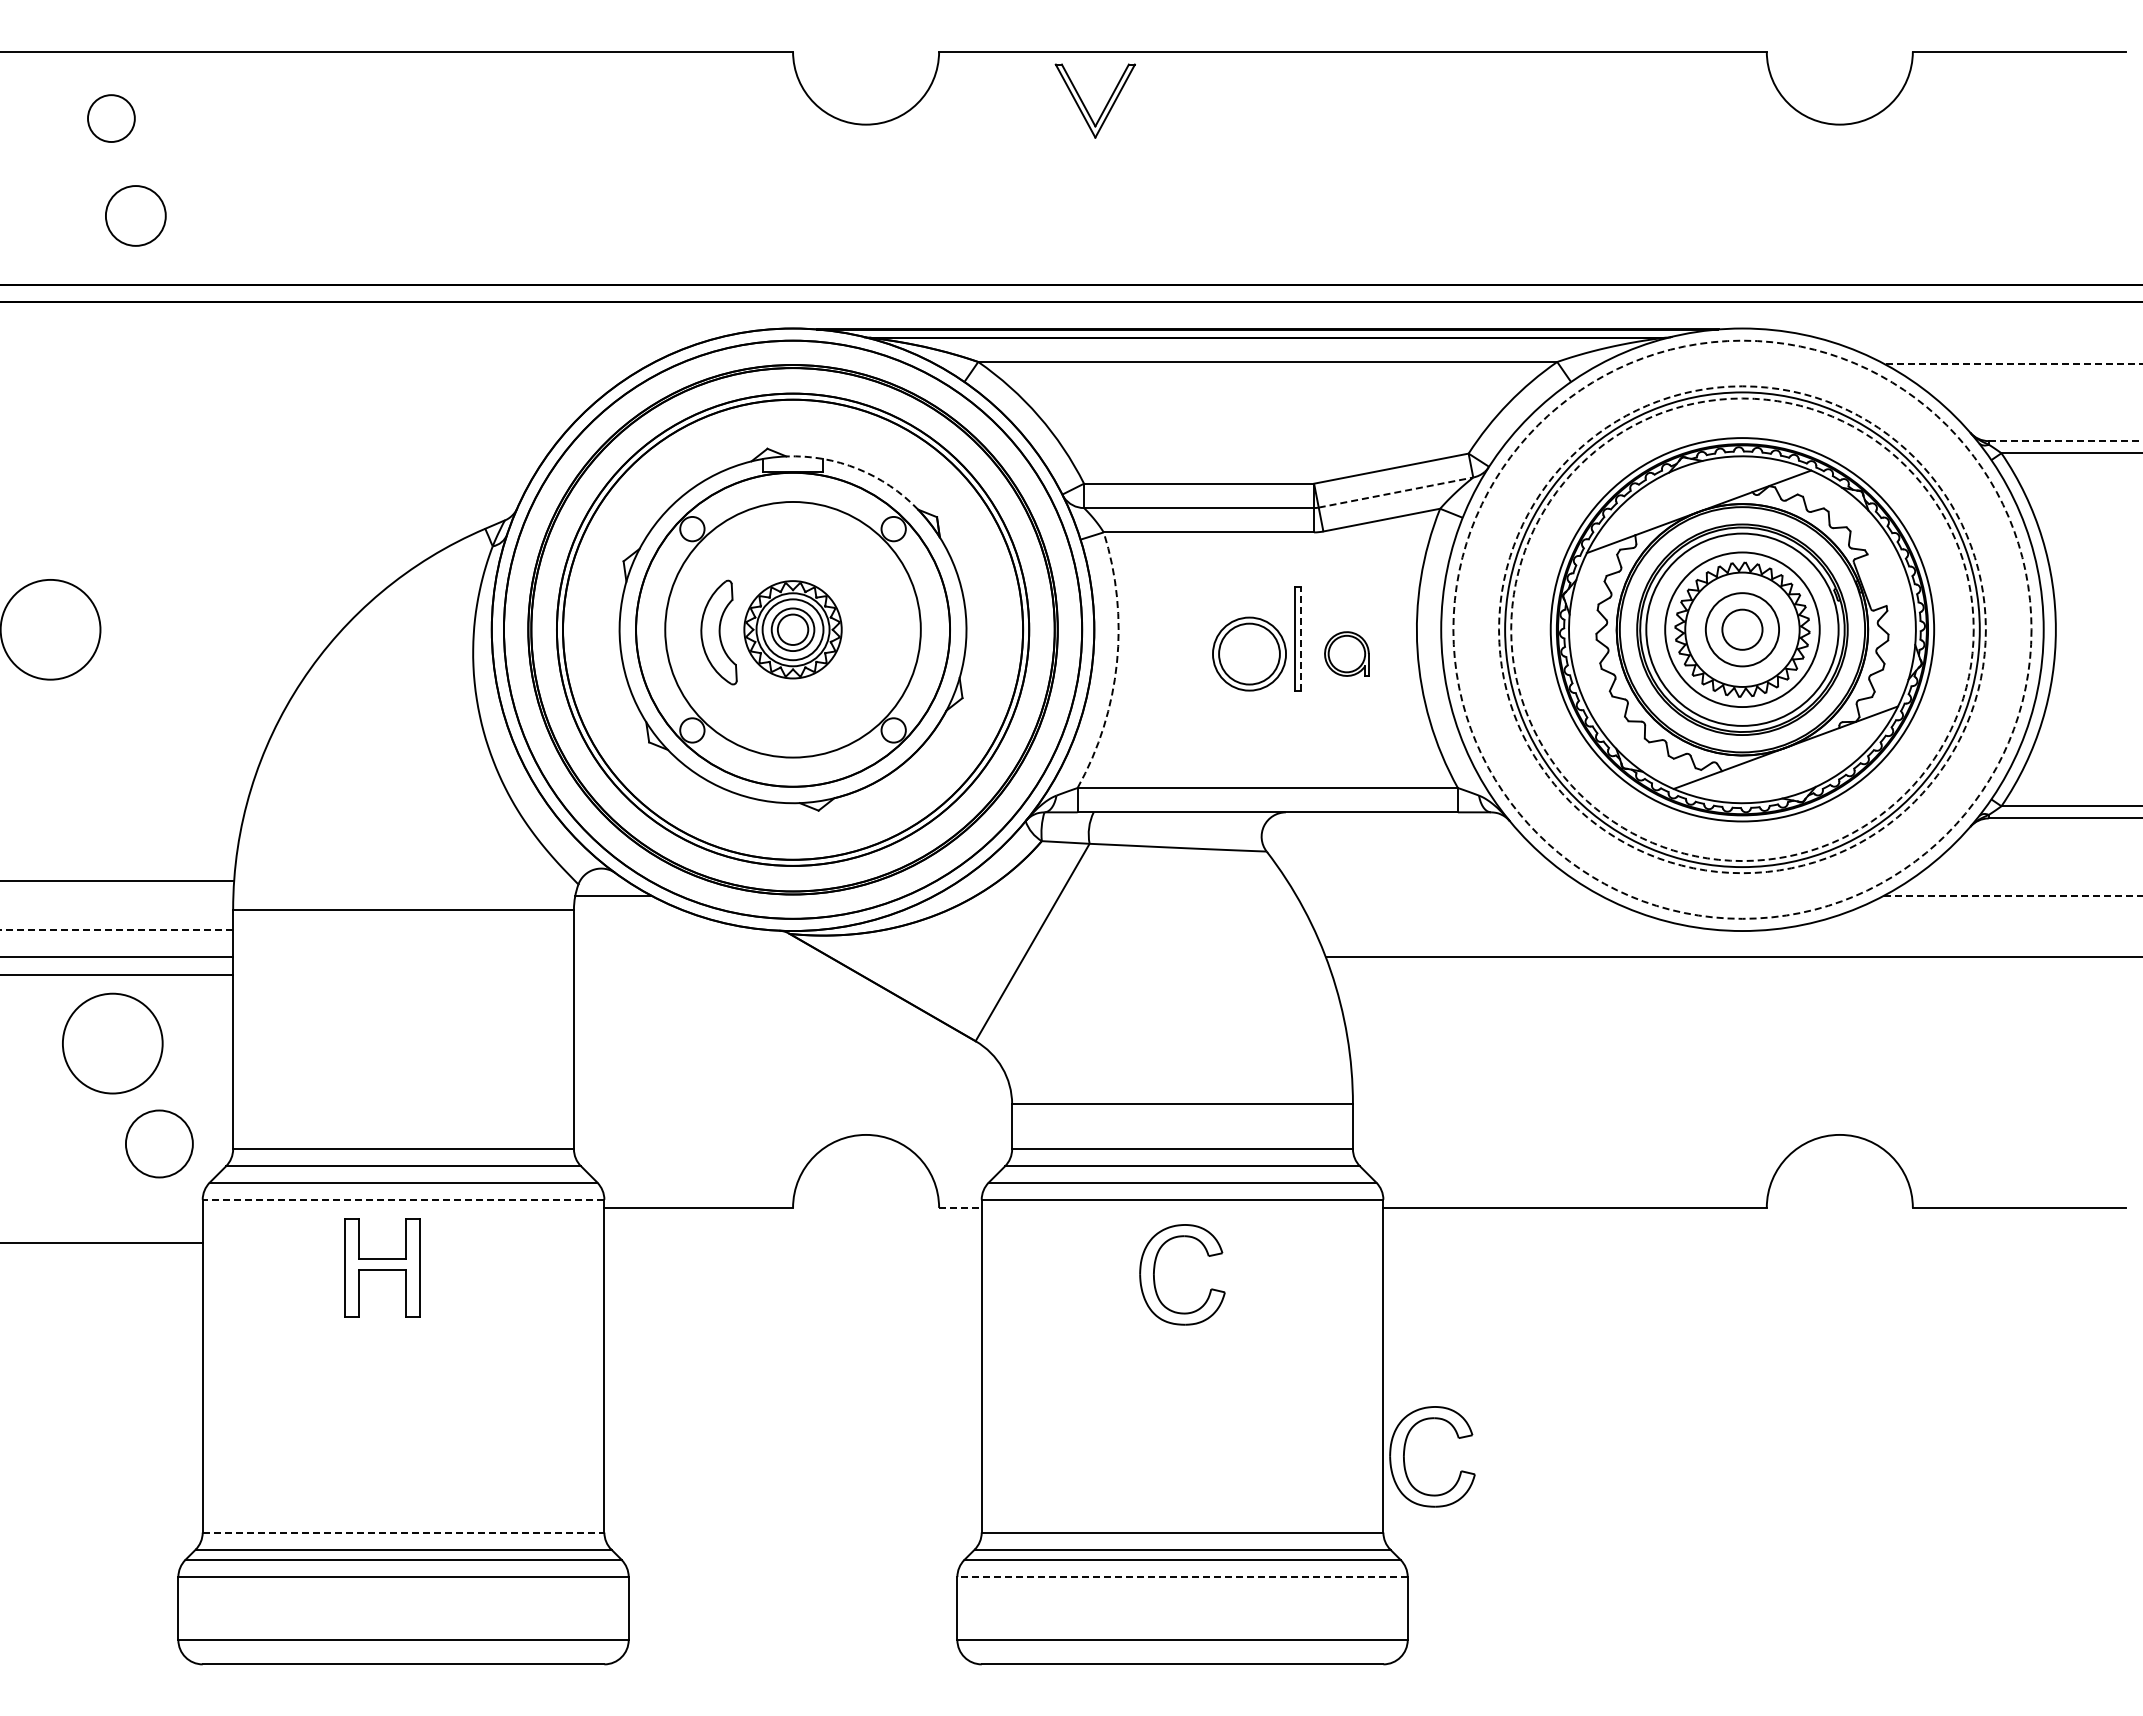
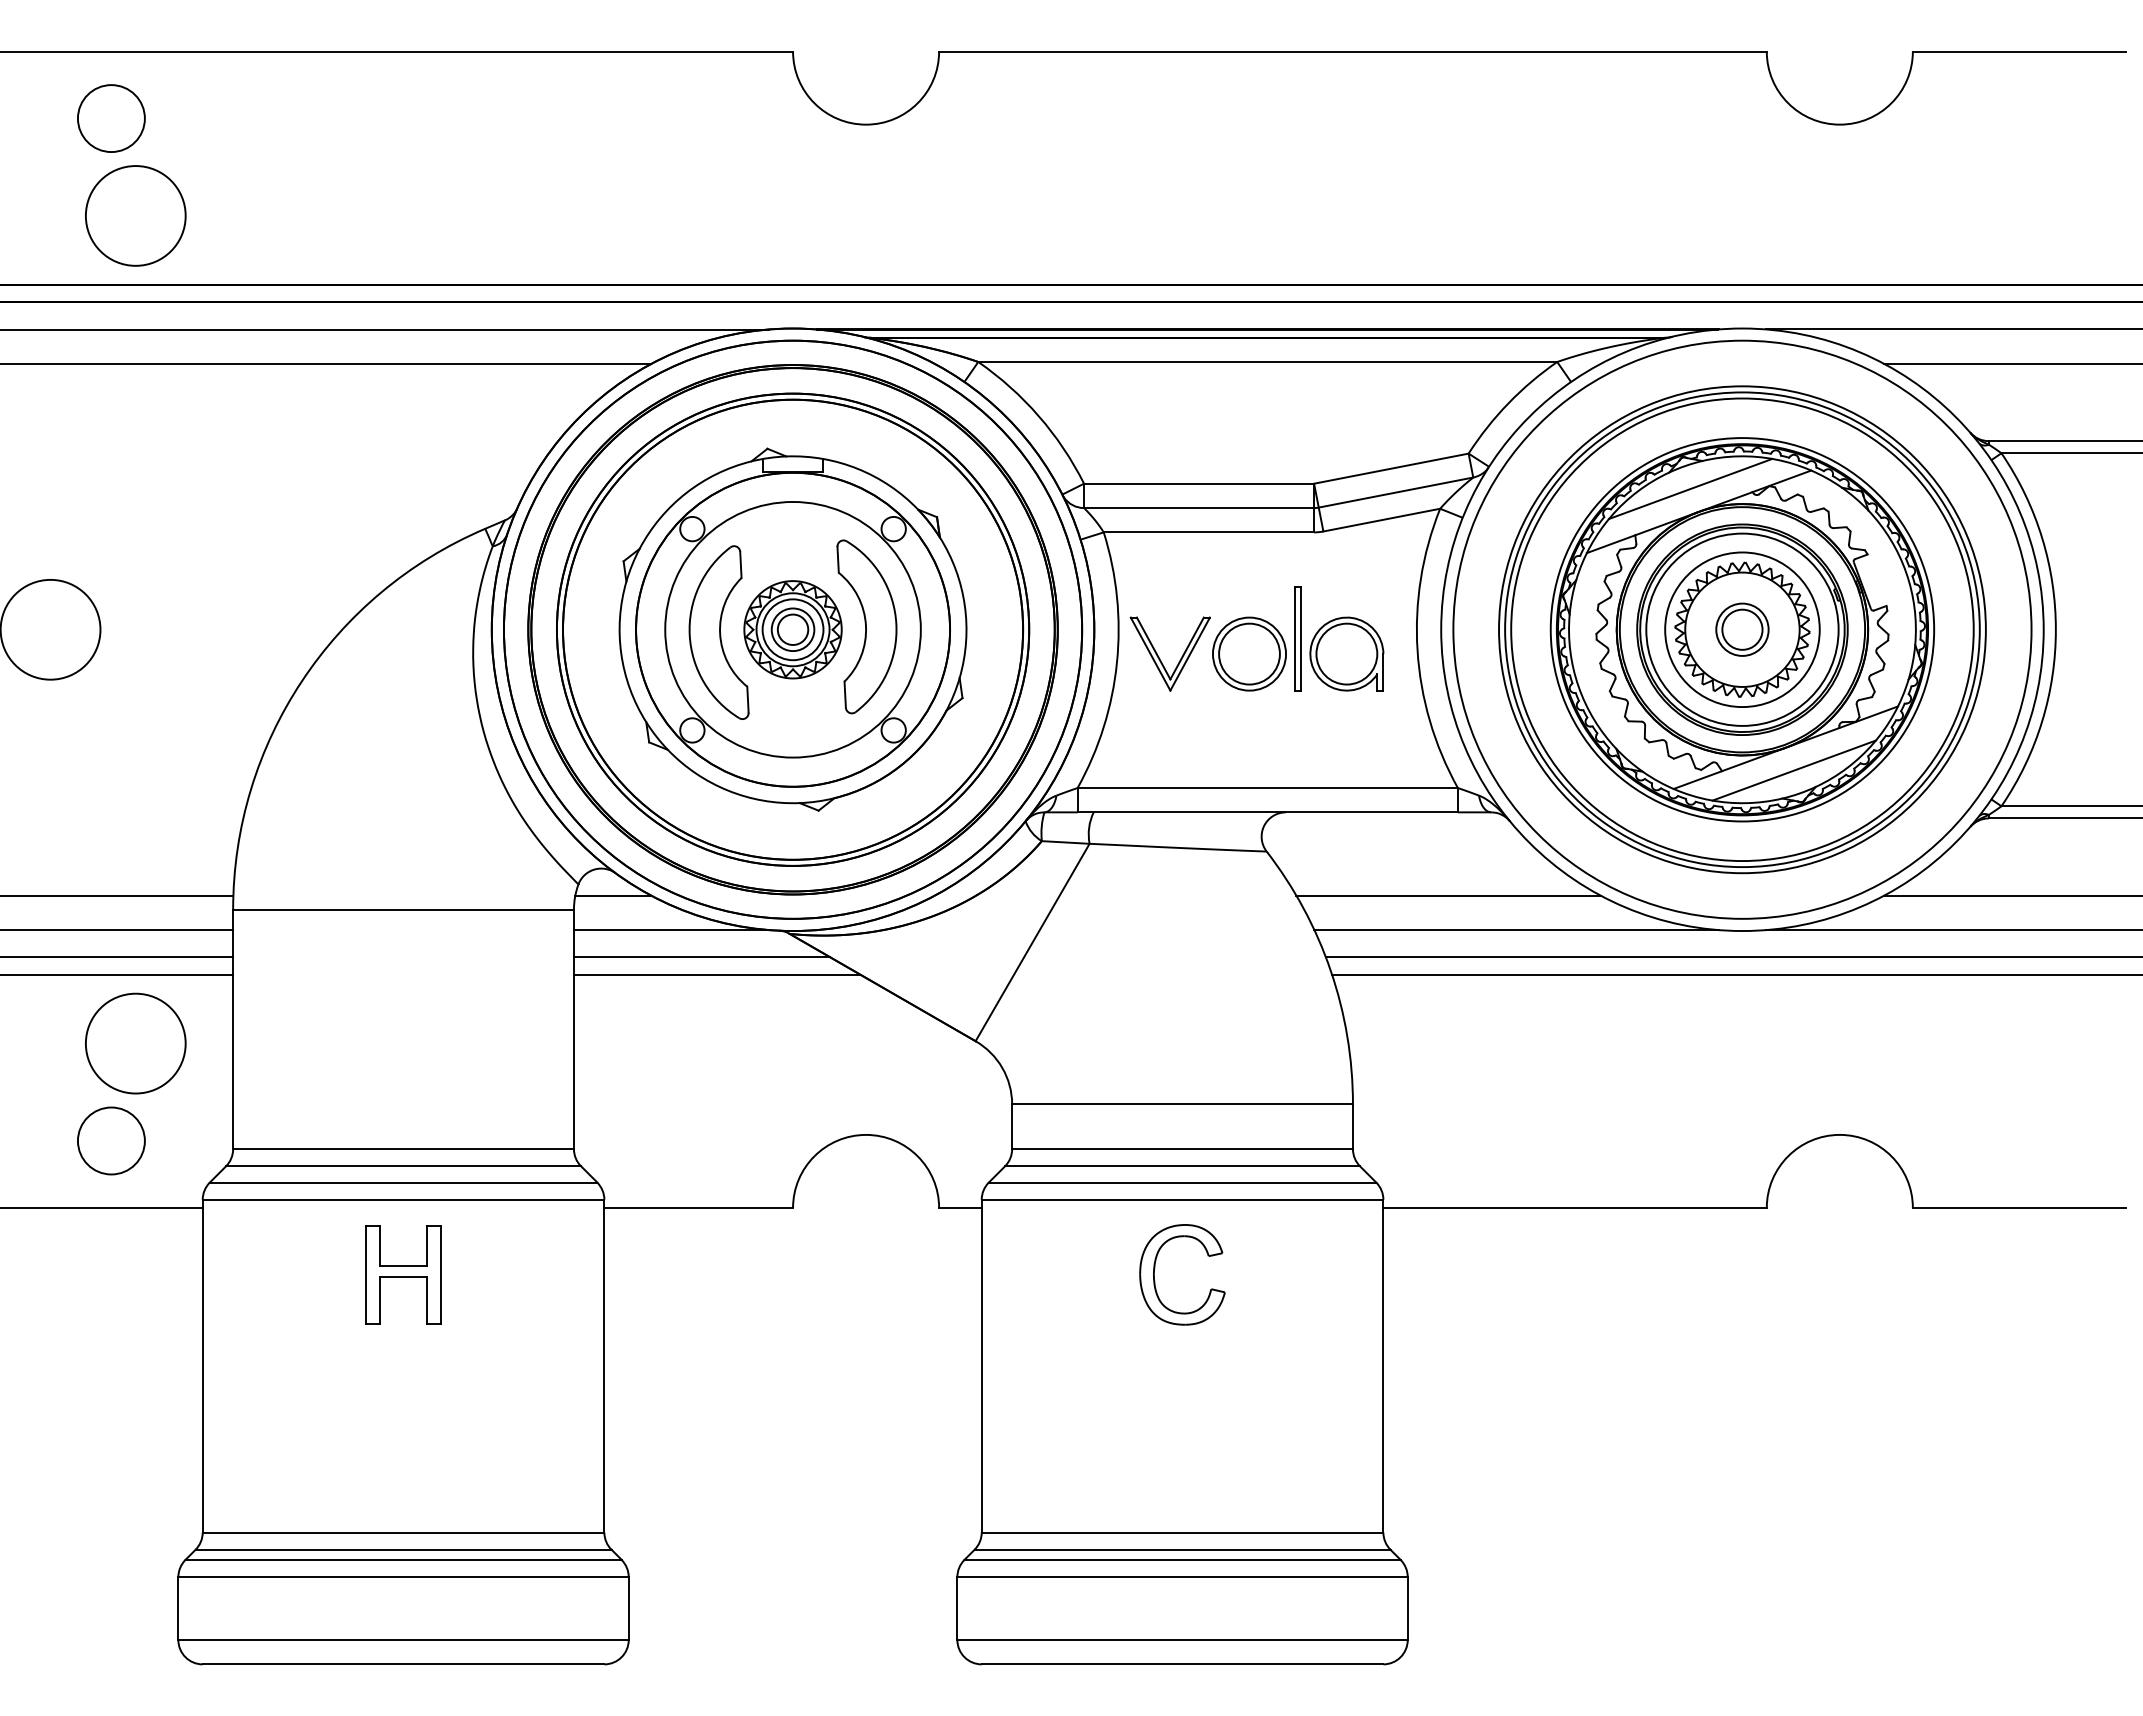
part at (1085, 105) position: (1085, 105) -> (1160, 658)
circle at (111, 118) diameter: 47 px -> 67 px
circle at (135, 215) size: 62x62 px -> 102x102 px
line at (385, 329): none -> present
line at (1952, 329): none -> present
line at (326, 363): none -> present
line at (2012, 363): dashed -> solid
line at (2065, 441): dashed -> solid
arc at (857, 468): dashed -> solid
line at (1690, 488): none -> present
line at (1396, 492): dashed -> solid
part at (866, 626): none -> present
circle at (1742, 629) diameter: 73 px -> 52 px
circle at (1742, 629): dashed -> solid
circle at (1742, 629): dashed -> solid
circle at (1742, 629): dashed -> solid
part at (718, 632) size: 38x107 px -> 62x175 px
line at (1301, 638): dashed -> solid
part at (1346, 653) size: 46x46 px -> 76x76 px
arc at (1116, 662): dashed -> solid
line at (1793, 770): none -> present
line at (117, 880) position: (117, 880) -> (117, 895)
line at (1448, 895): none -> present
line at (2013, 895): dashed -> solid
line at (116, 930): dashed -> solid
line at (671, 930): none -> present
line at (1516, 930): none -> present
line at (1952, 930): none -> present
line at (701, 957): none -> present
line at (716, 974): none -> present
line at (1735, 974): none -> present
circle at (112, 1043) position: (112, 1043) -> (135, 1043)
circle at (159, 1143) position: (159, 1143) -> (111, 1140)
line at (403, 1199): dashed -> solid
line at (960, 1207): dashed -> solid
line at (102, 1242) position: (102, 1242) -> (102, 1207)
part at (382, 1267) position: (382, 1267) -> (403, 1274)
part at (1405, 1450): present -> none
line at (403, 1532): dashed -> solid
line at (1182, 1577): dashed -> solid
